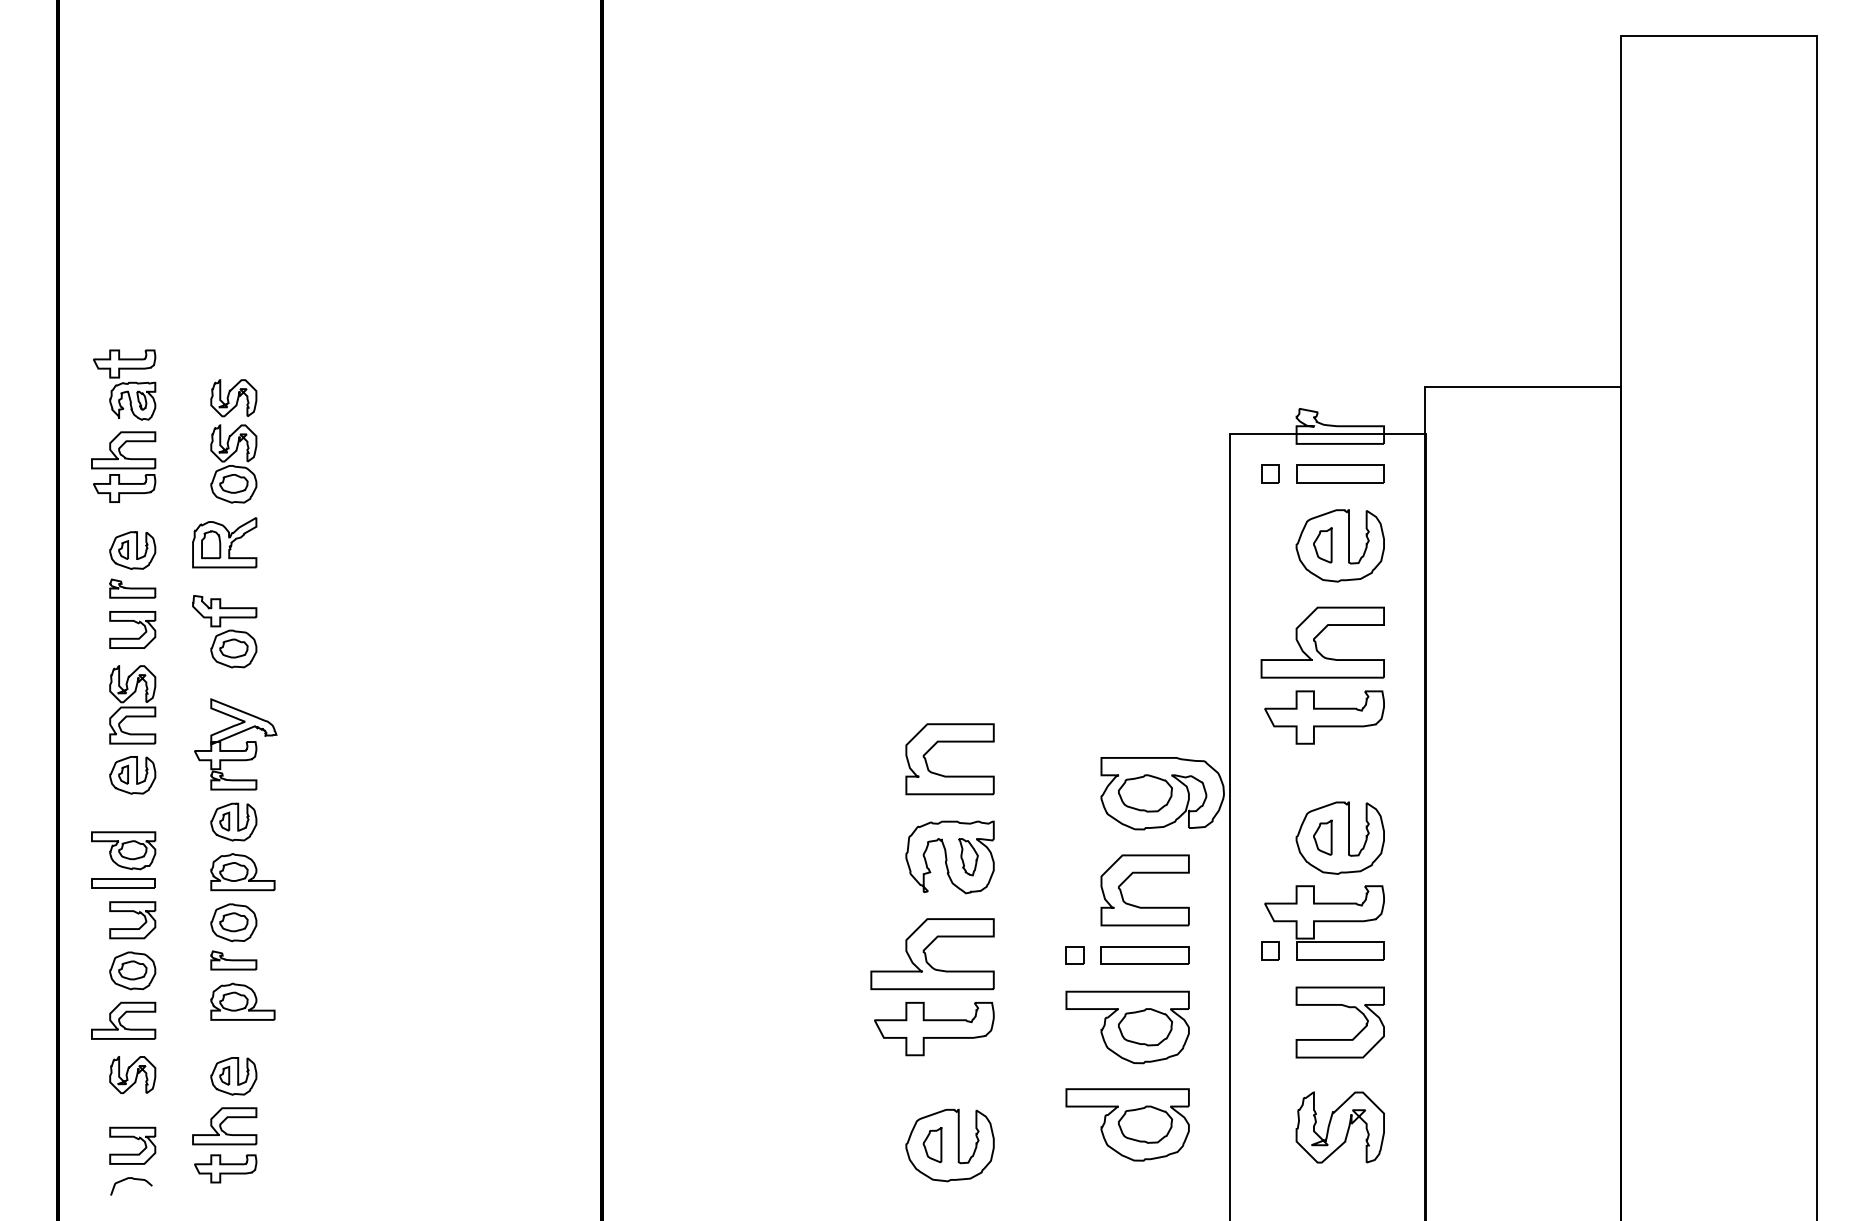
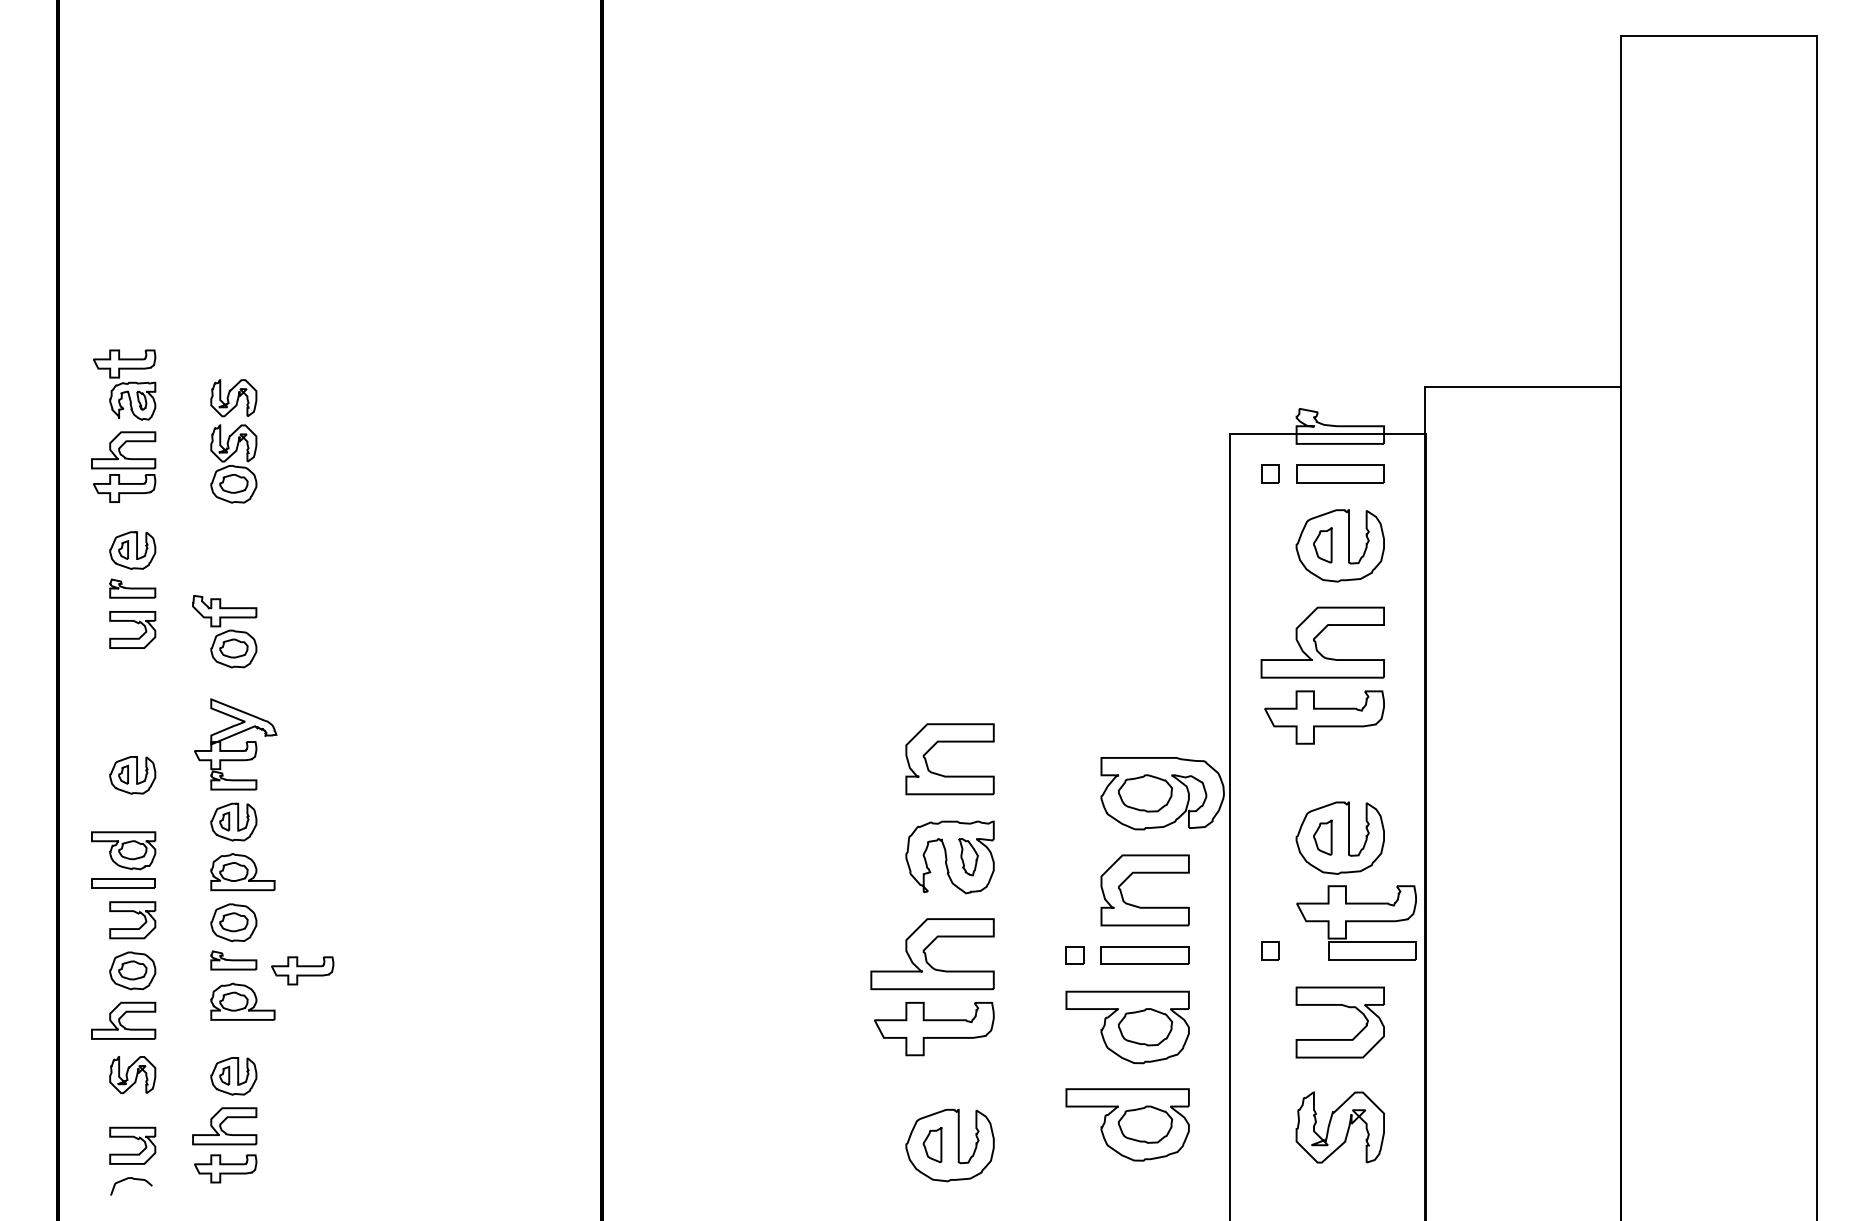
part at (224, 542): present -> none
part at (132, 704): present -> none
part at (1324, 922) position: (1324, 922) -> (1356, 922)
part at (302, 970): none -> present
